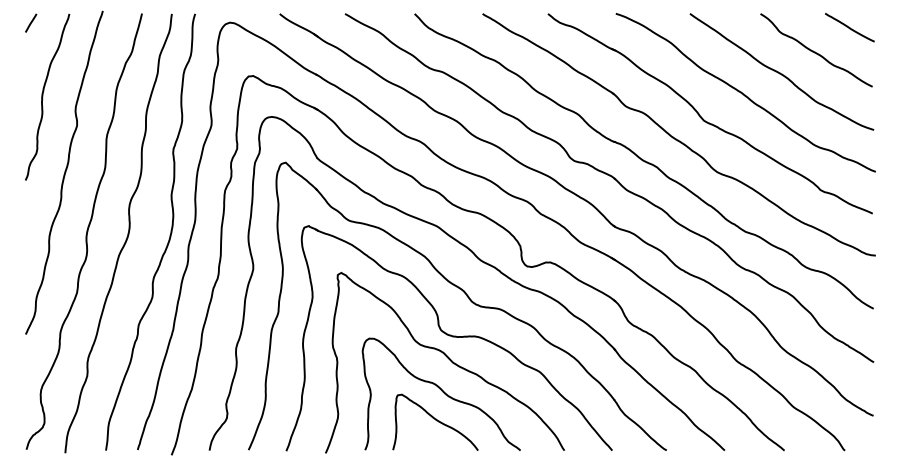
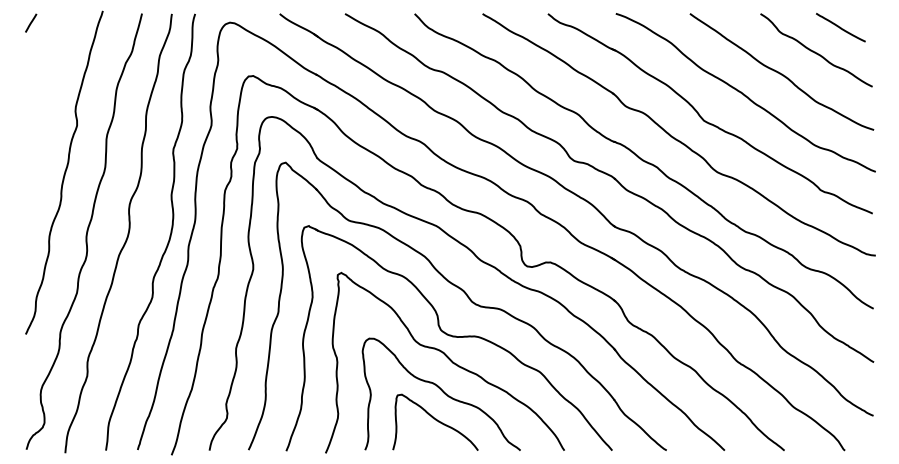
line at (849, 27) position: (849, 27) -> (840, 27)
curve at (43, 96): present -> none
